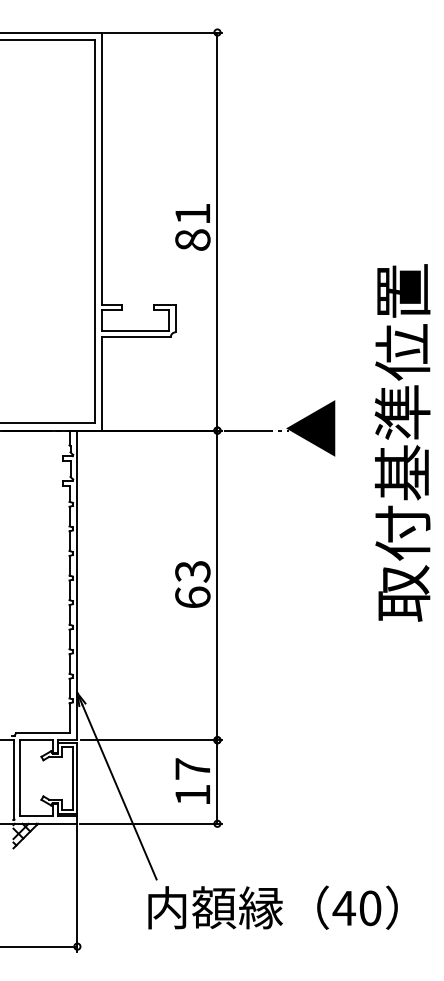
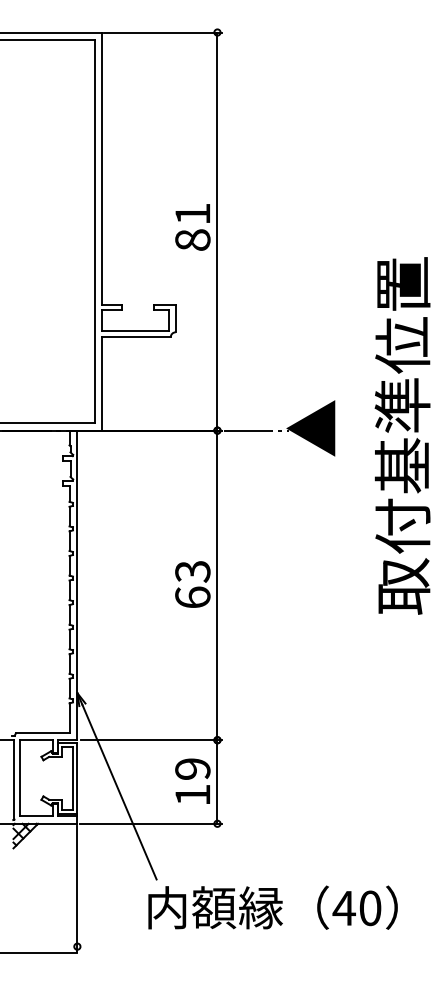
text at (402, 442) position: (402, 442) -> (402, 435)
text at (192, 768): 17 -> 19
line at (39, 946) position: (39, 946) -> (39, 952)
